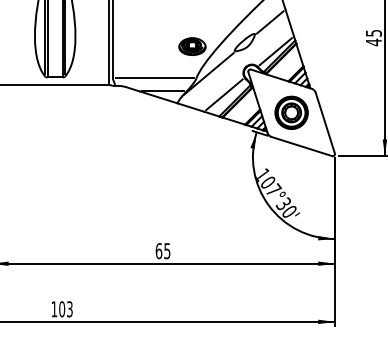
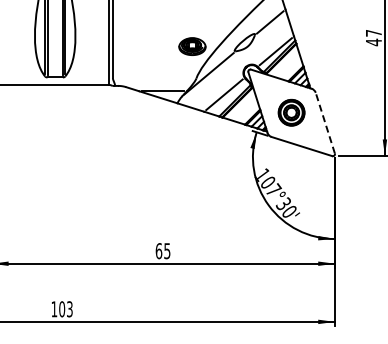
text at (373, 33): 45 -> 47
line at (154, 78): present -> none
part at (291, 112) size: 35x35 px -> 29x29 px
line at (325, 123): solid -> dashed
